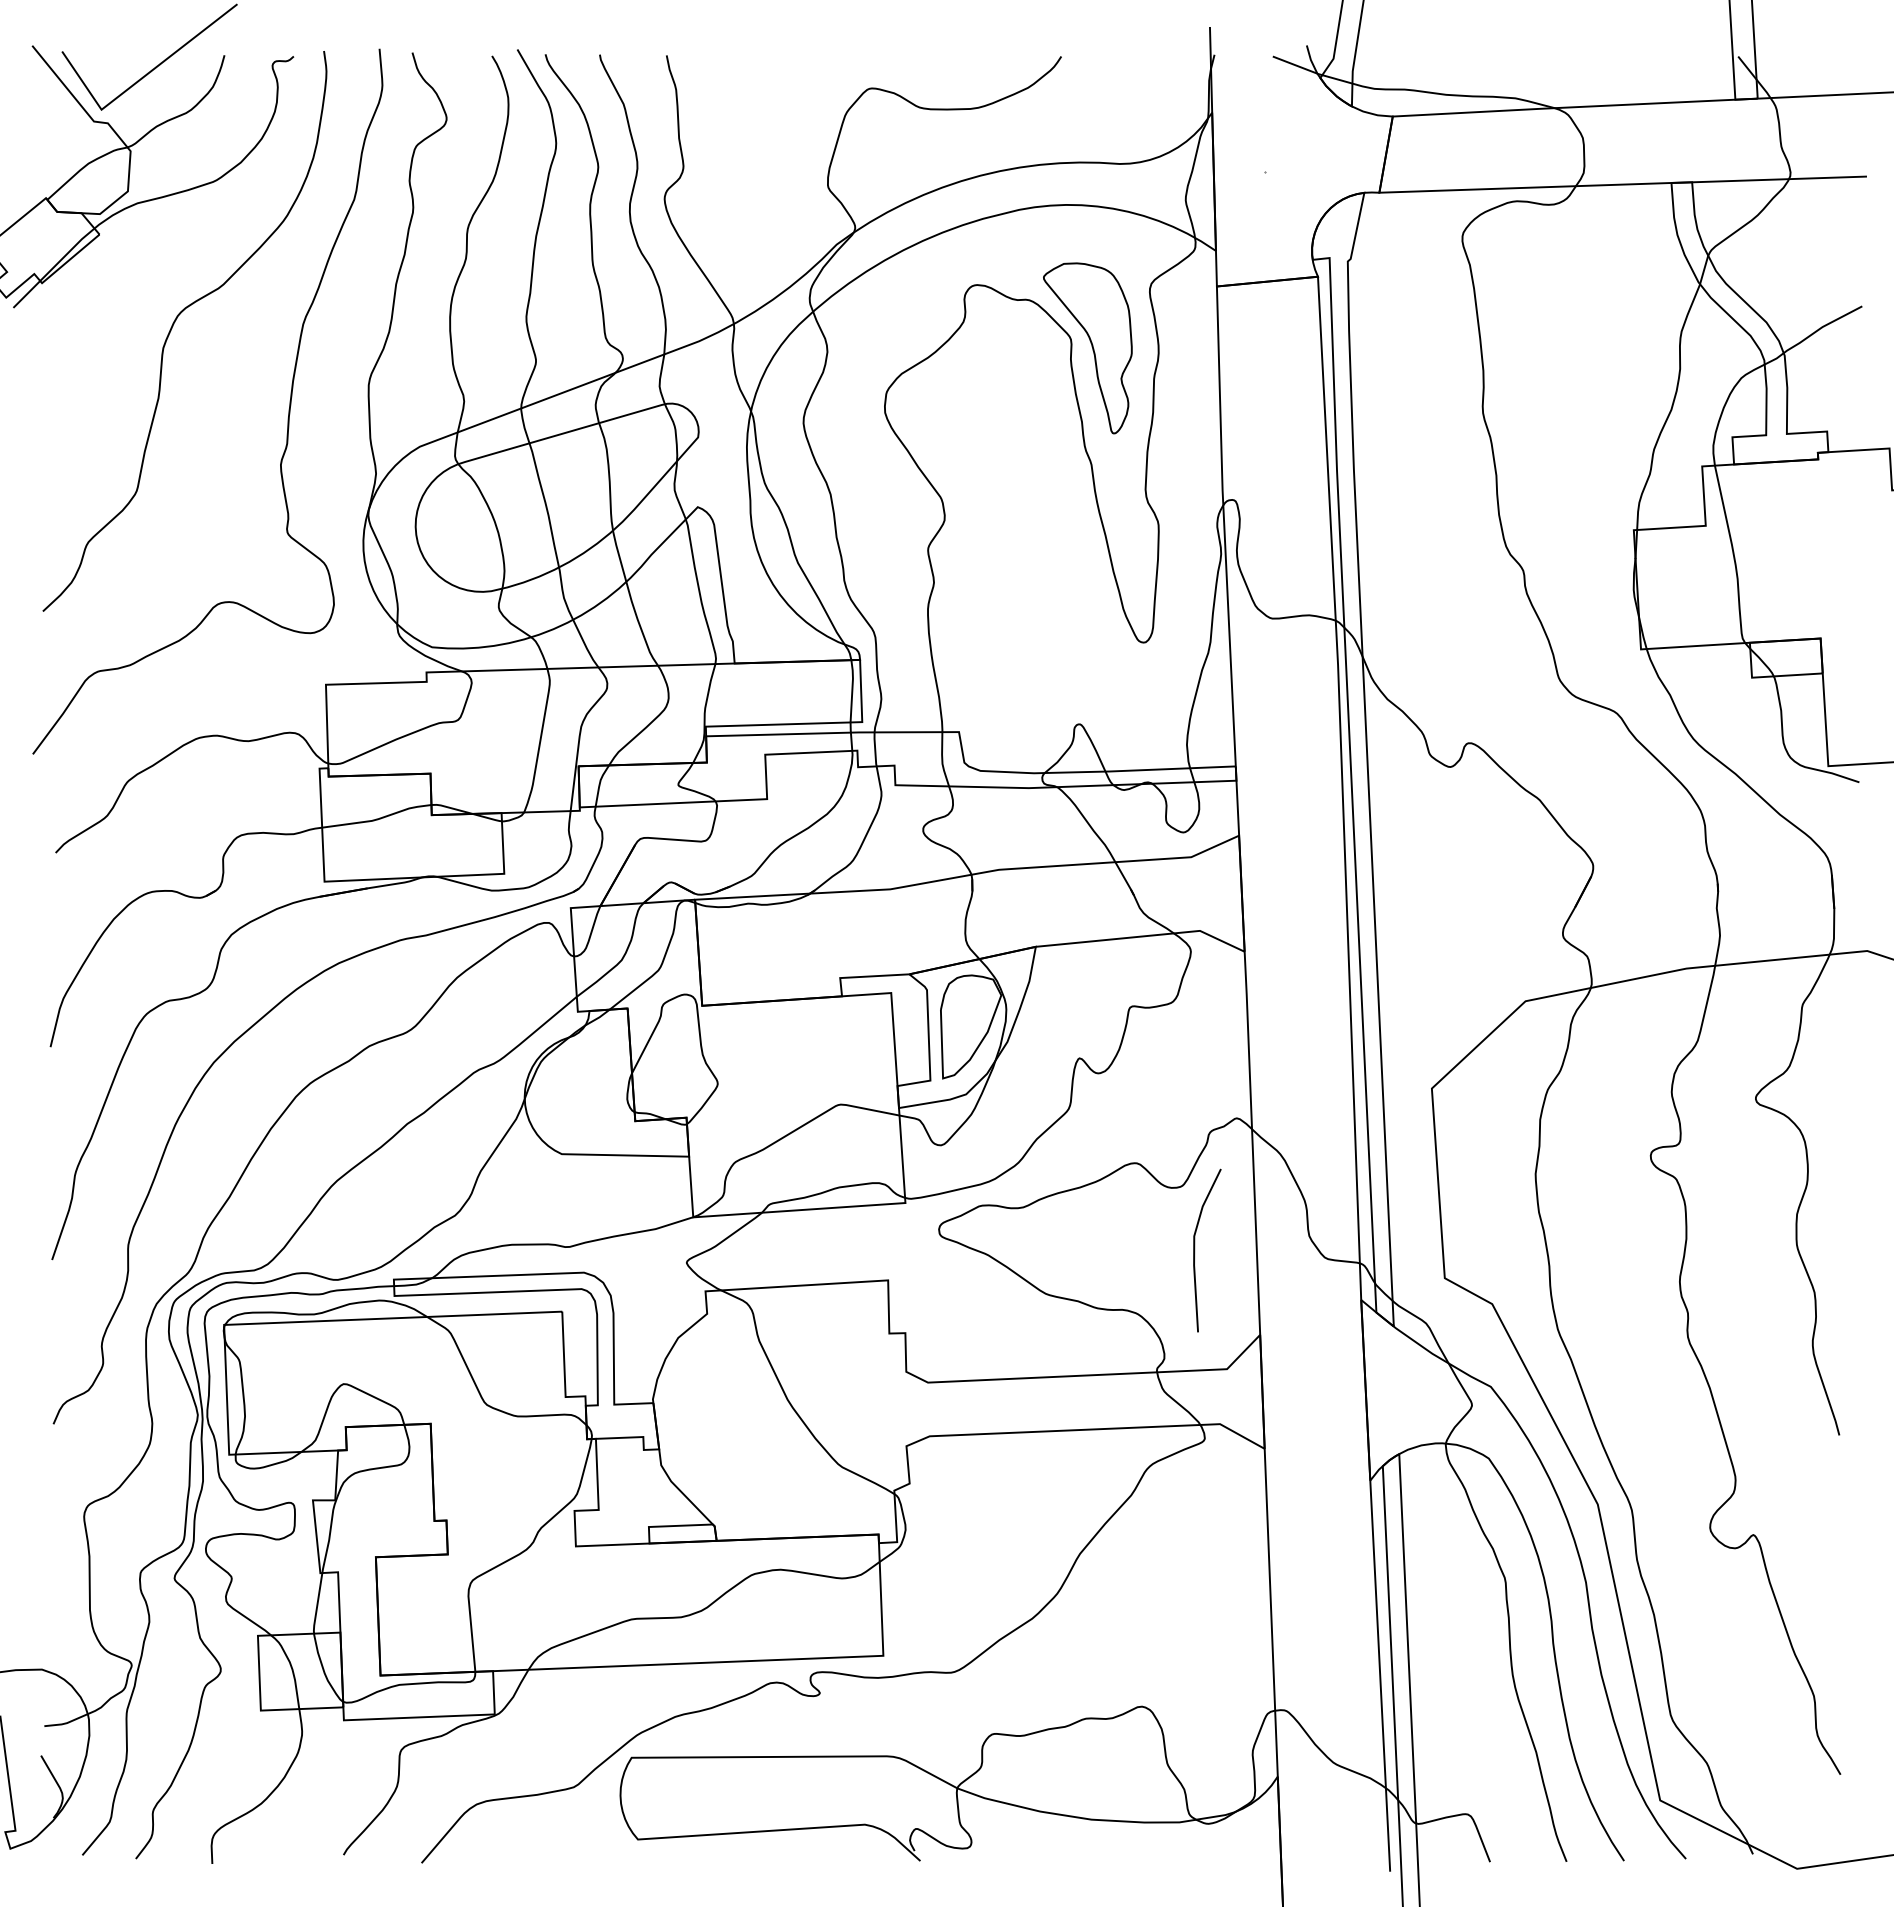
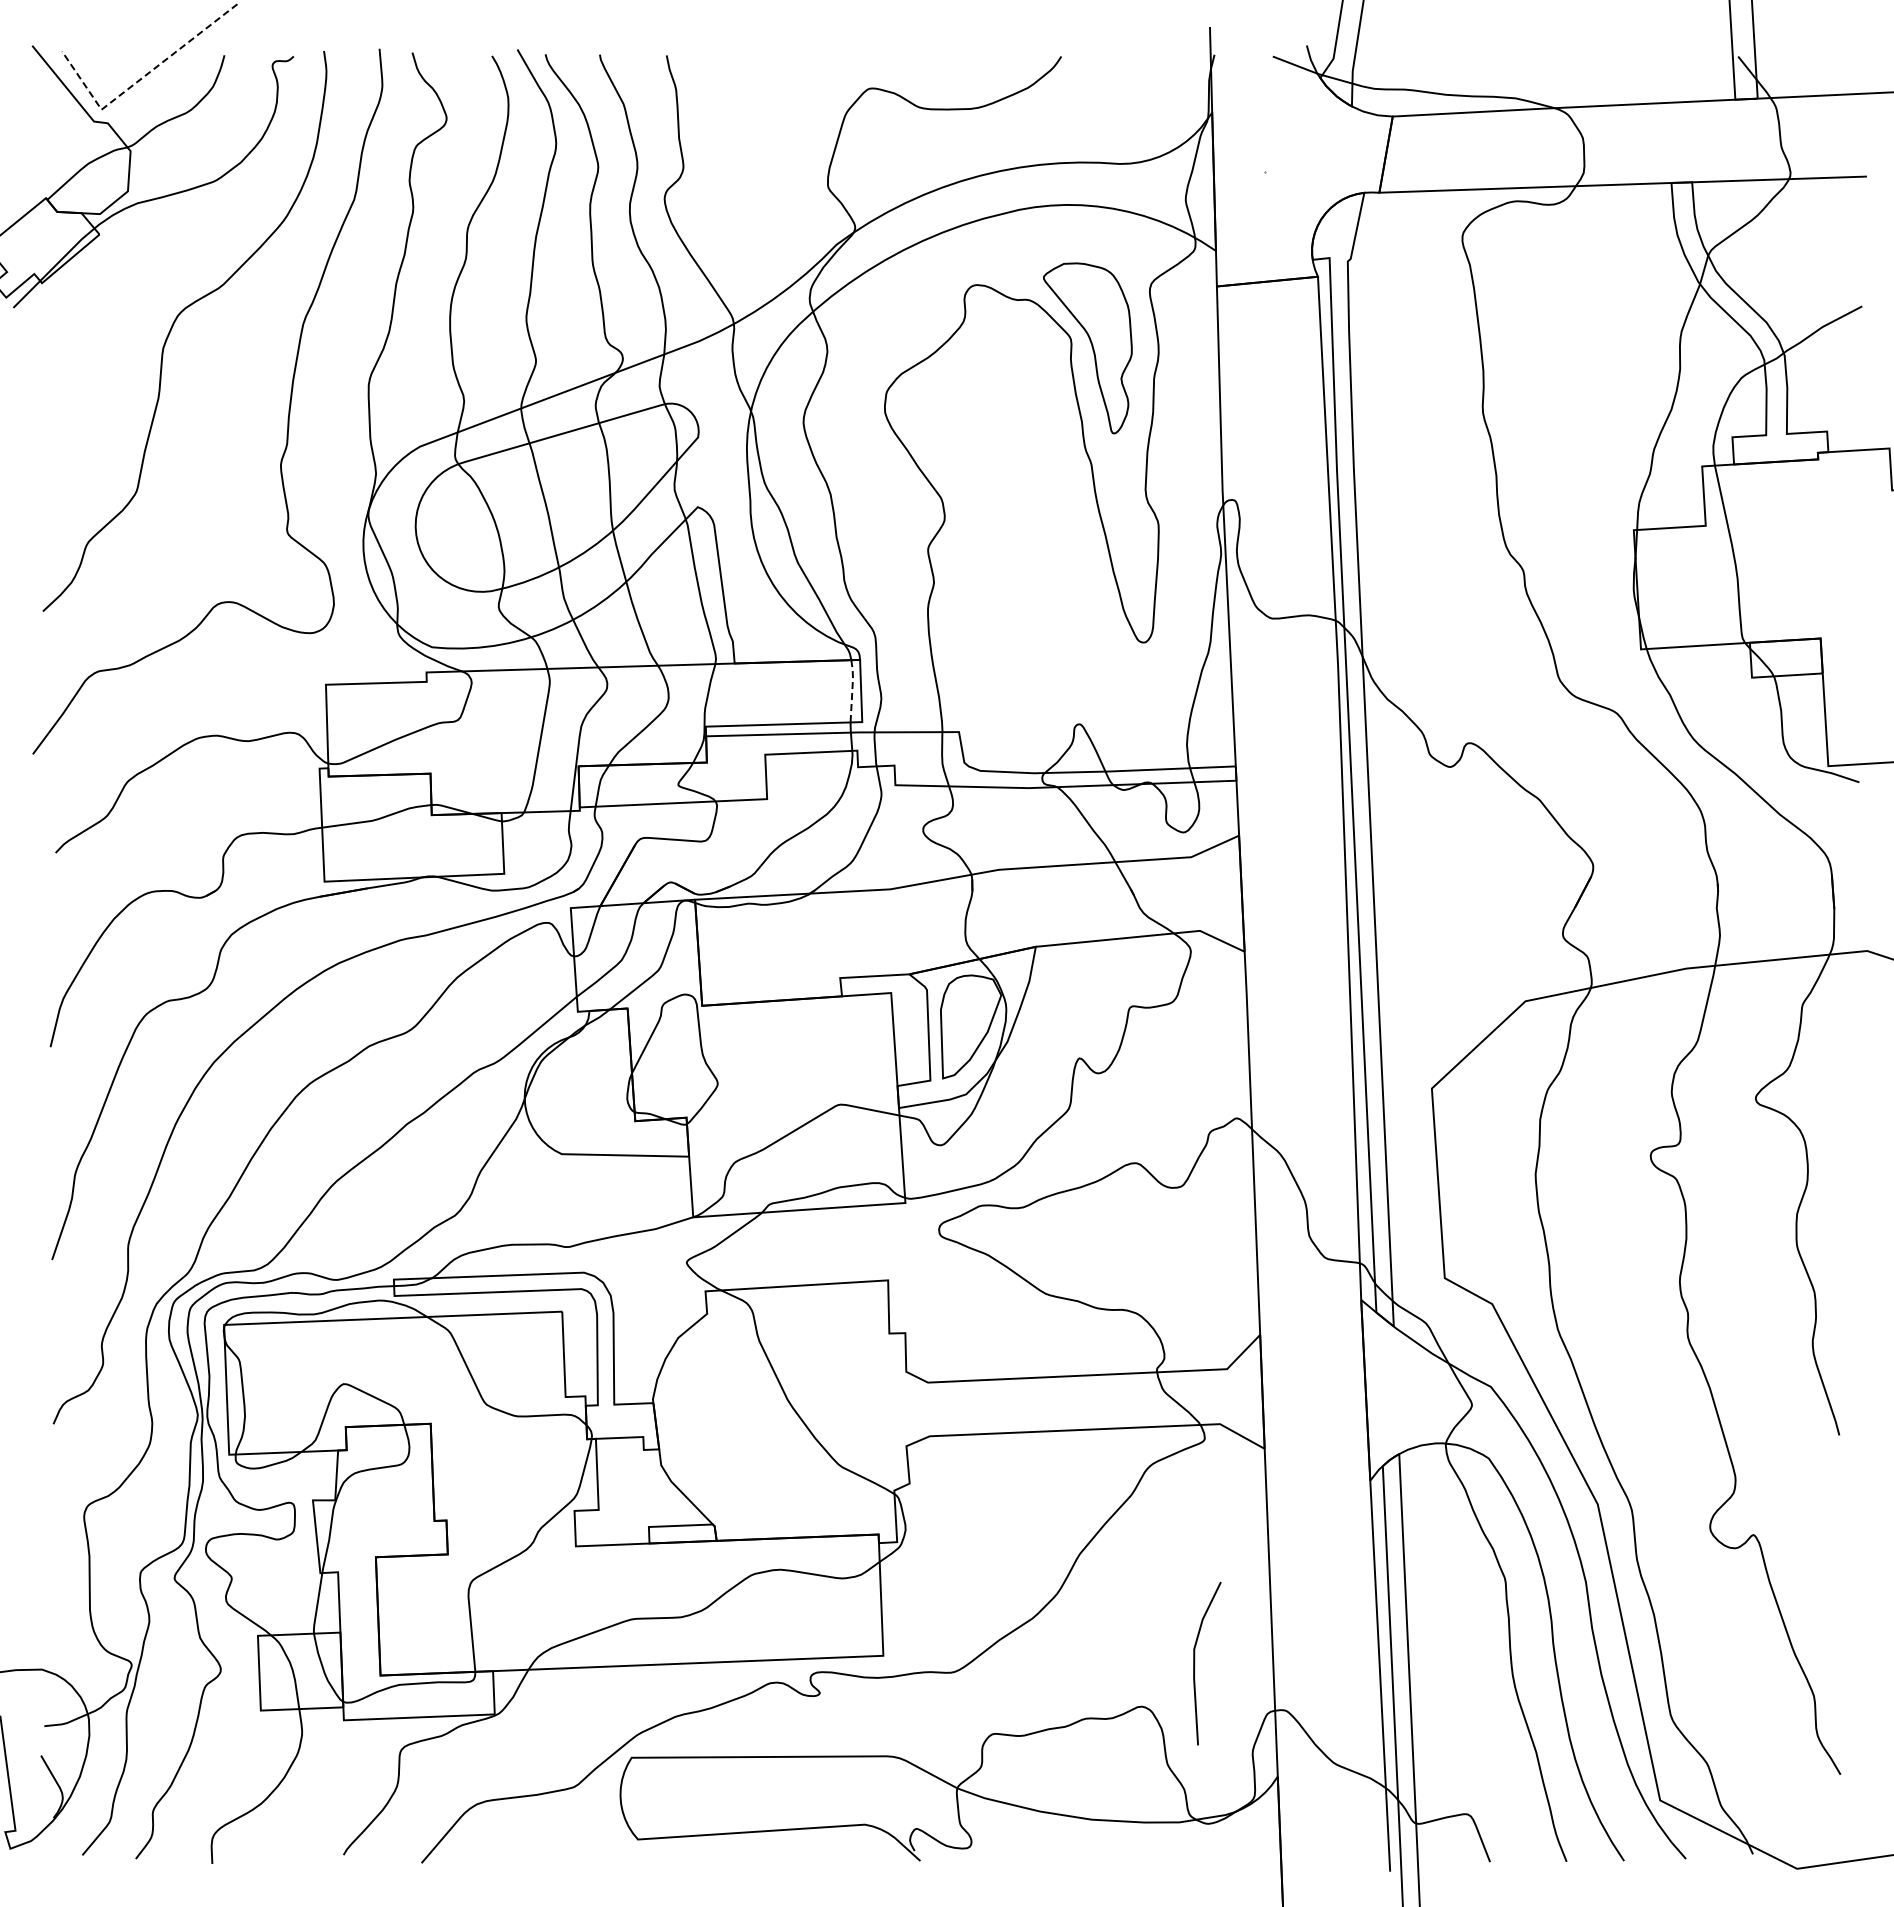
line at (140, 79): solid -> dashed
line at (852, 689): solid -> dashed
line at (1195, 1250) position: (1195, 1250) -> (1195, 1663)
